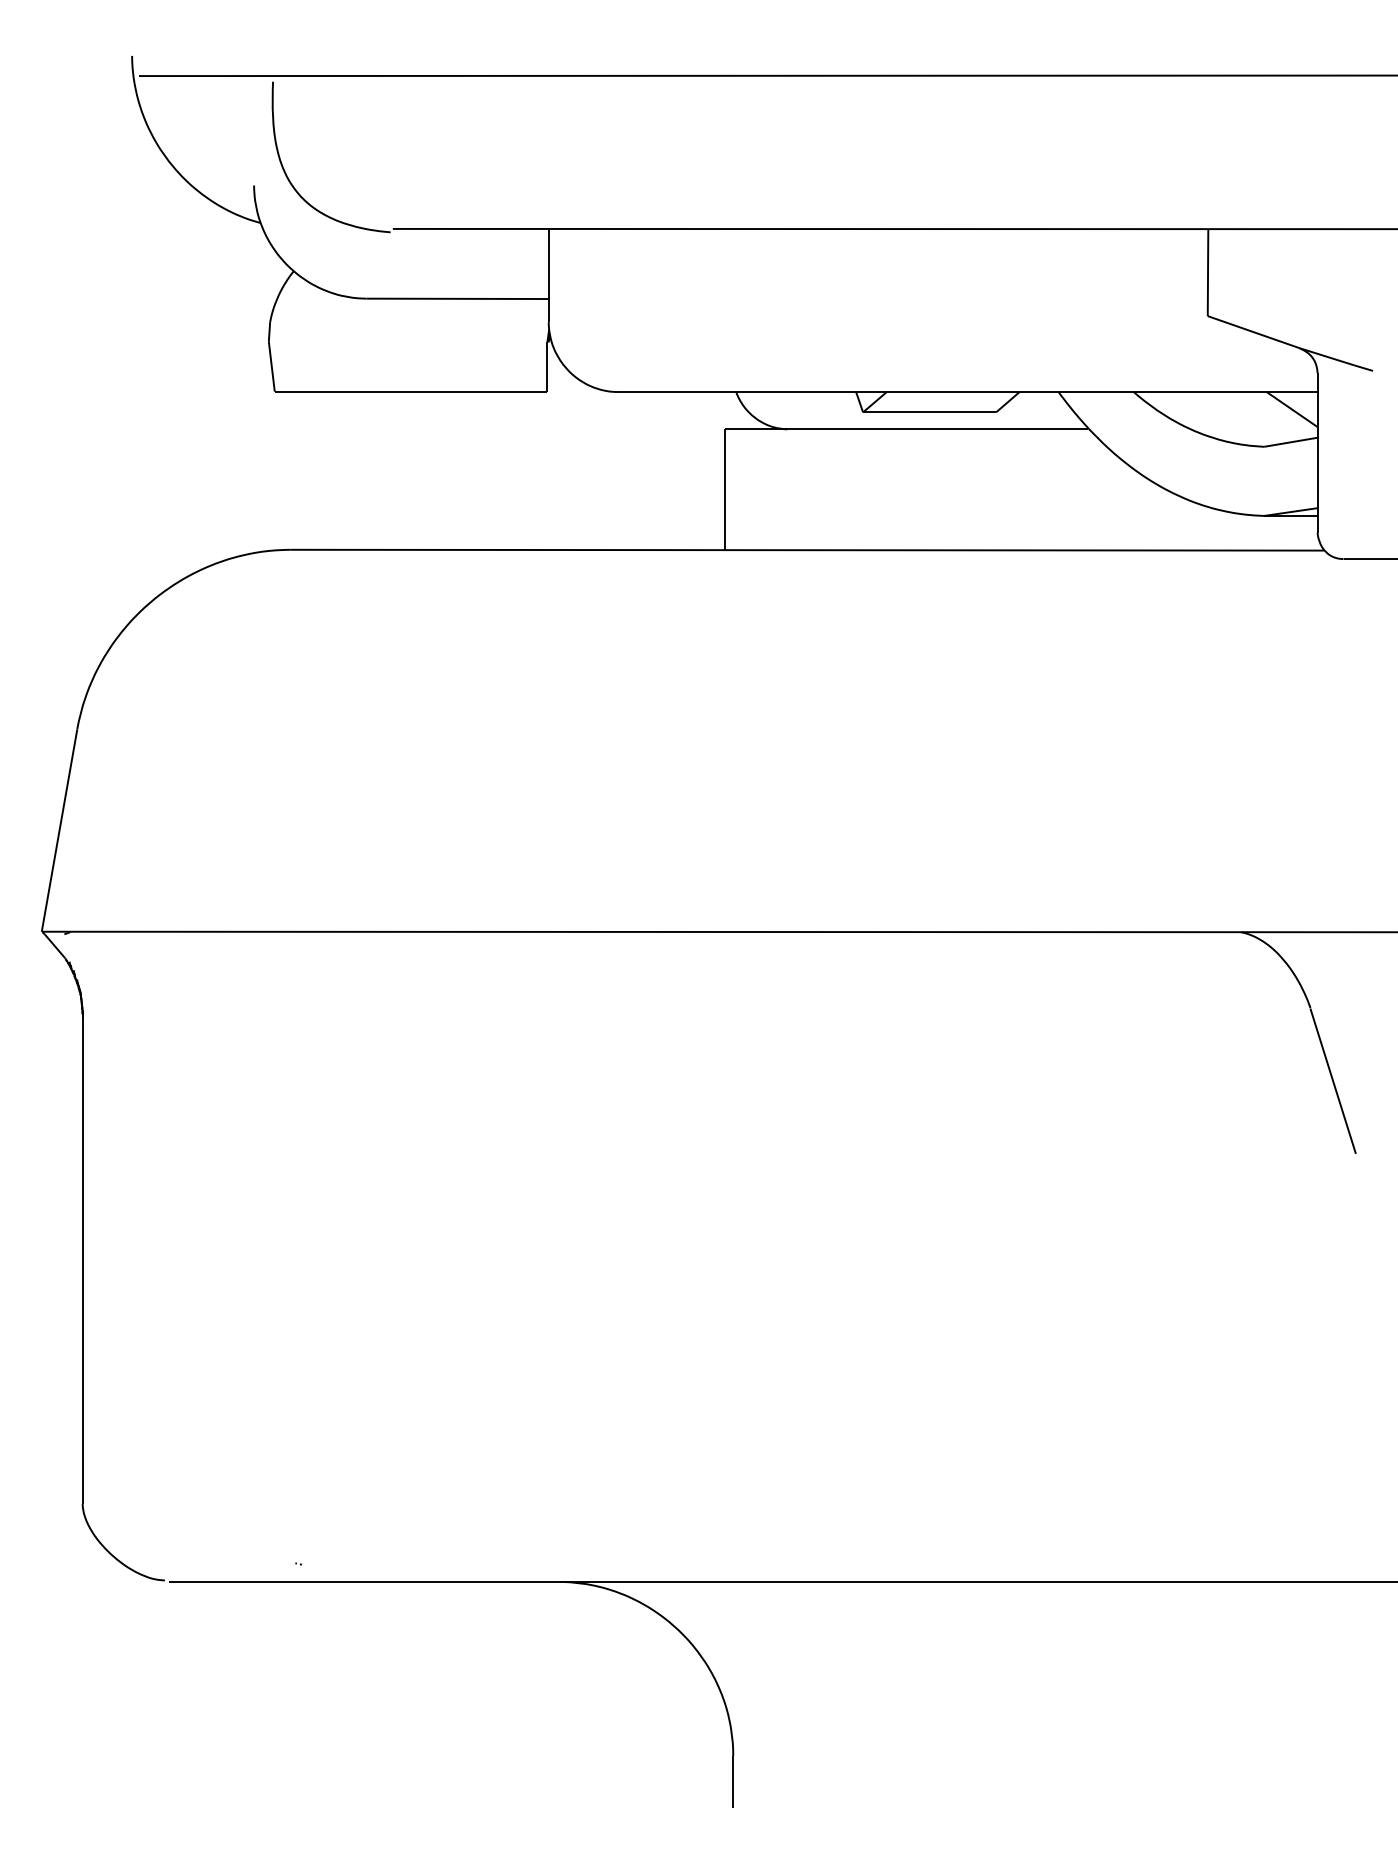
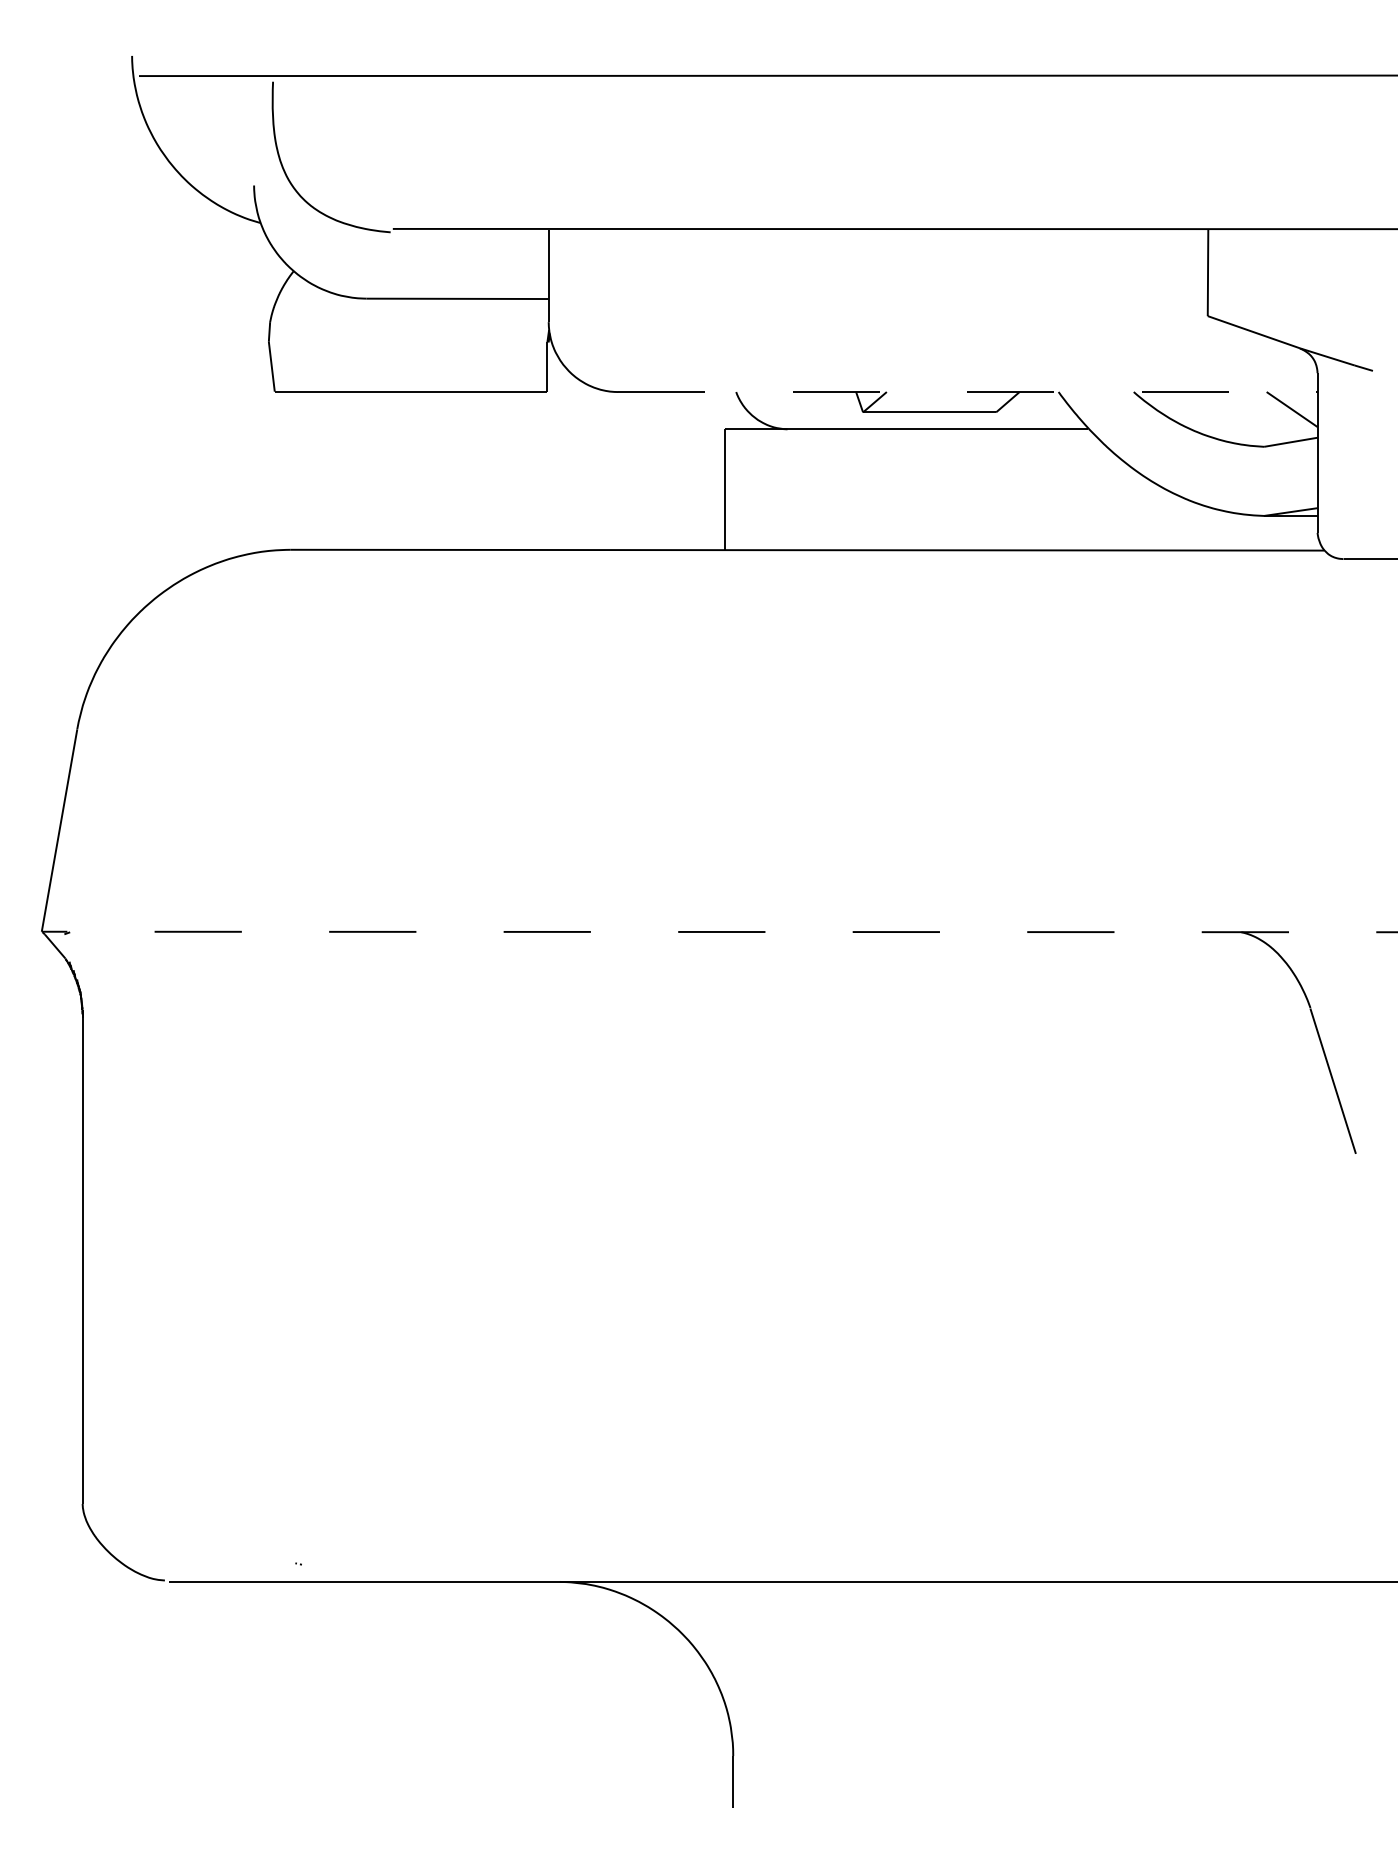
line at (967, 392): solid -> dashed
line at (719, 931): solid -> dashed
